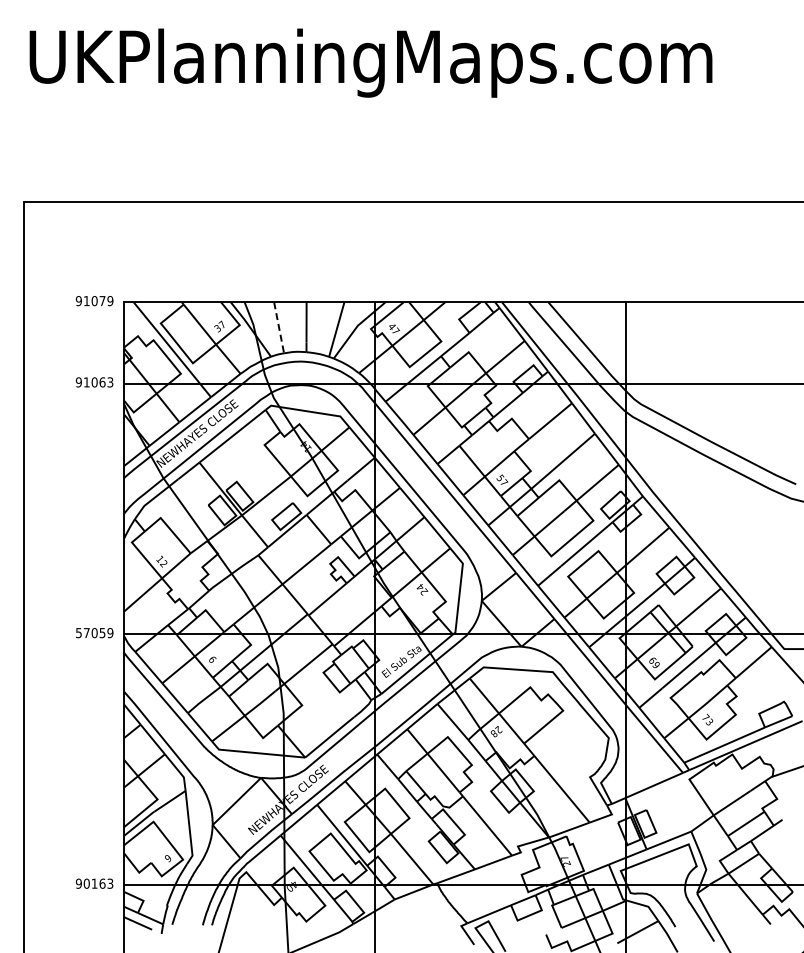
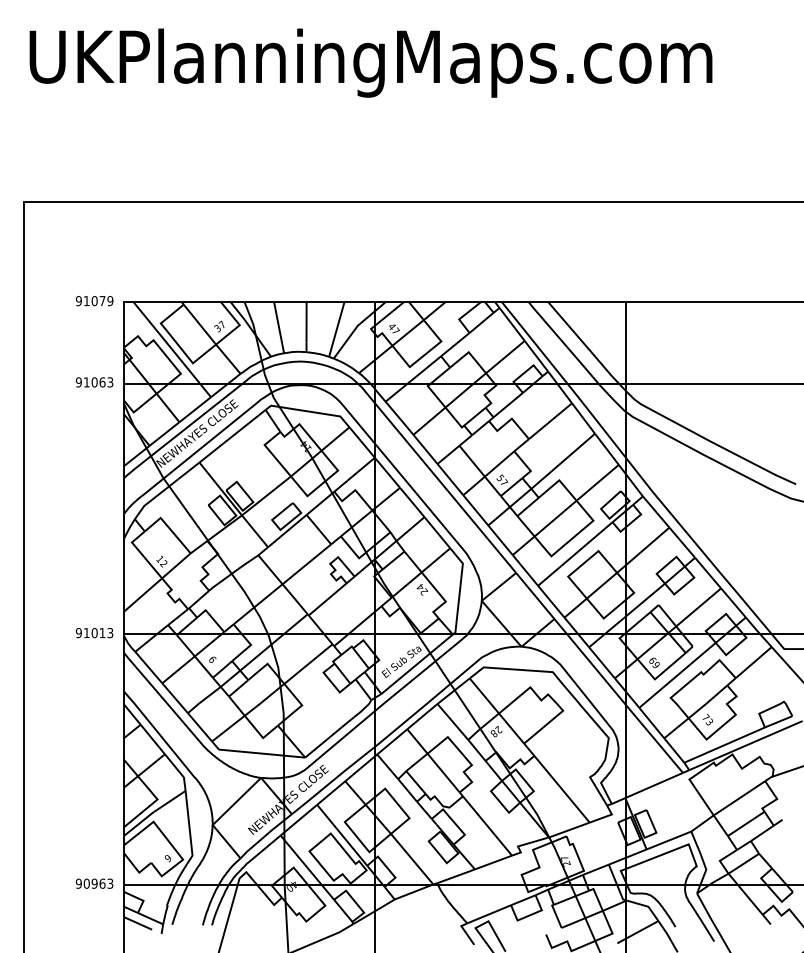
line at (279, 327): dashed -> solid
text at (94, 633): 57059 -> 91013
text at (94, 883): 90163 -> 90963
